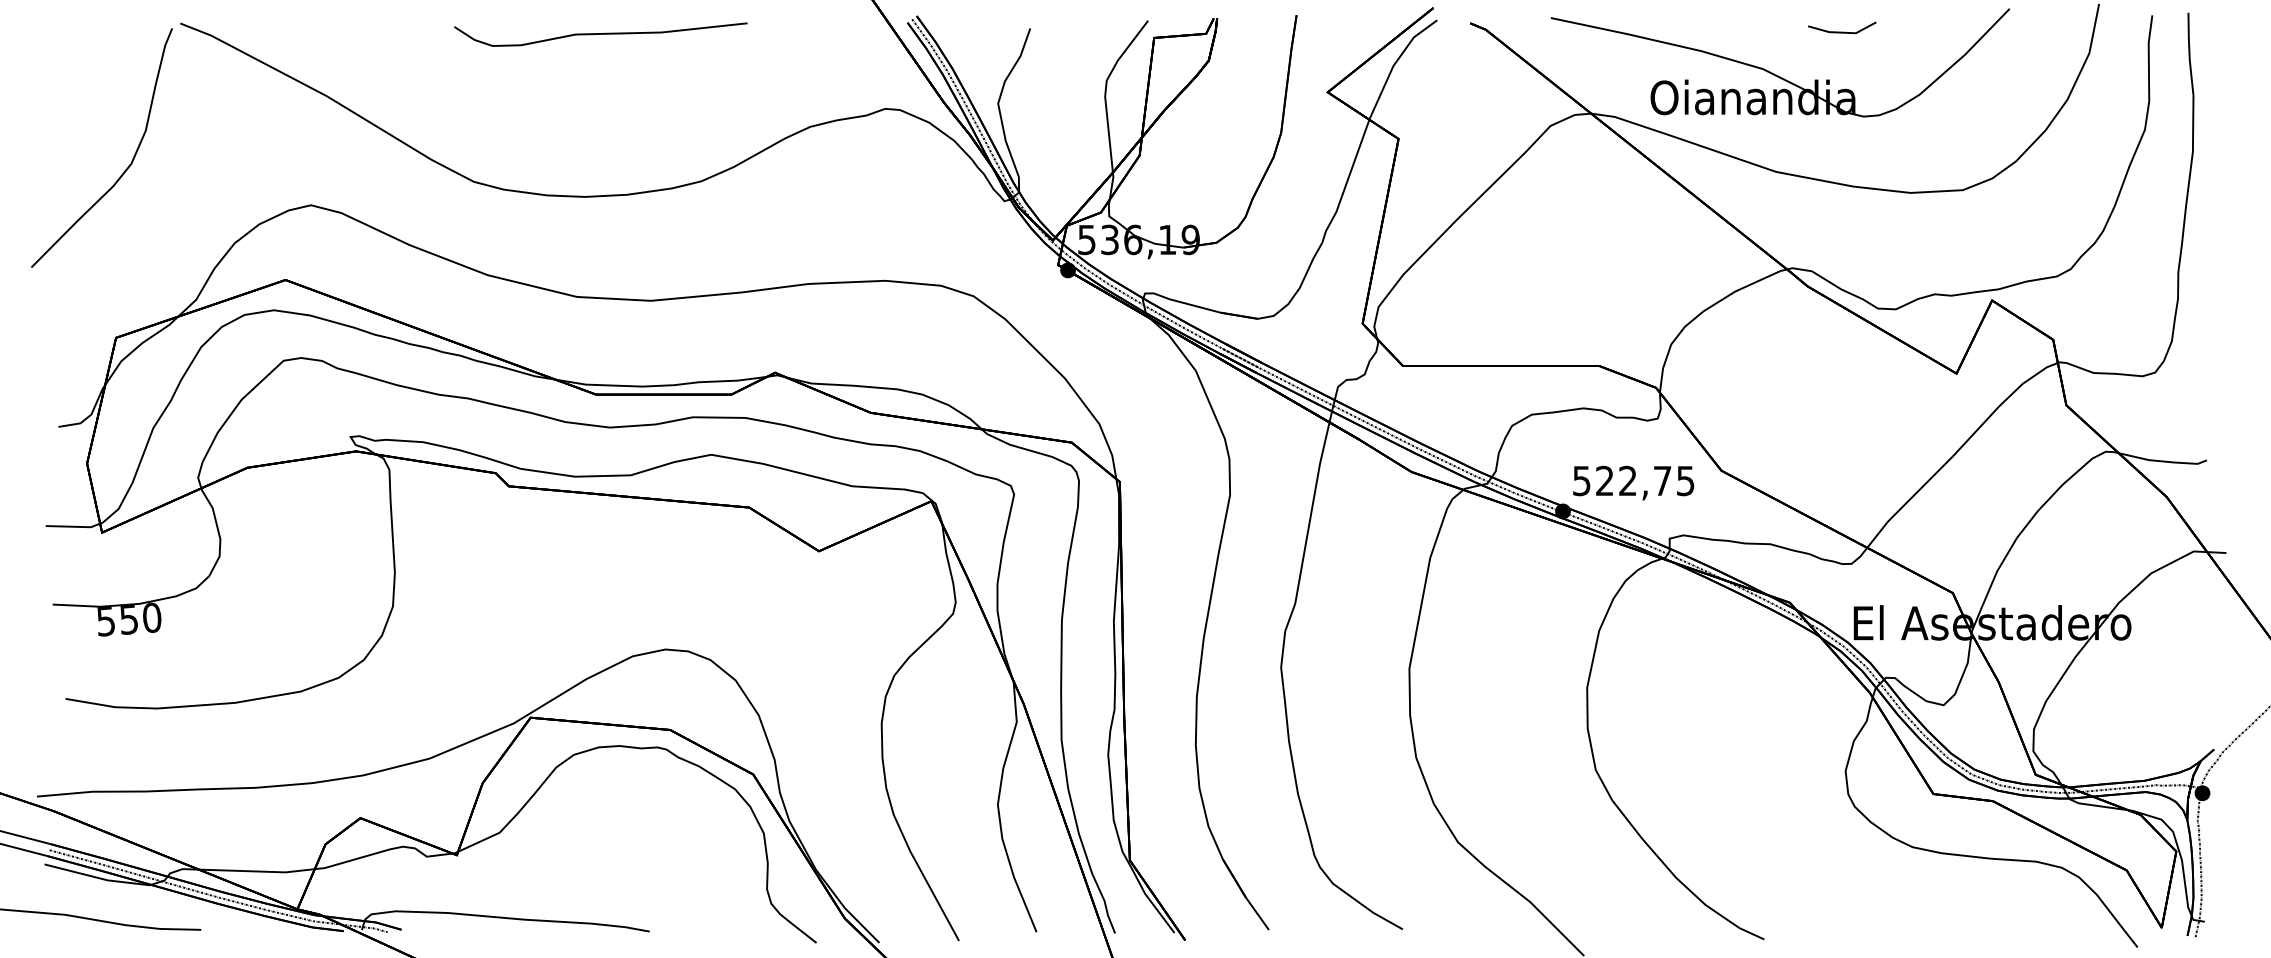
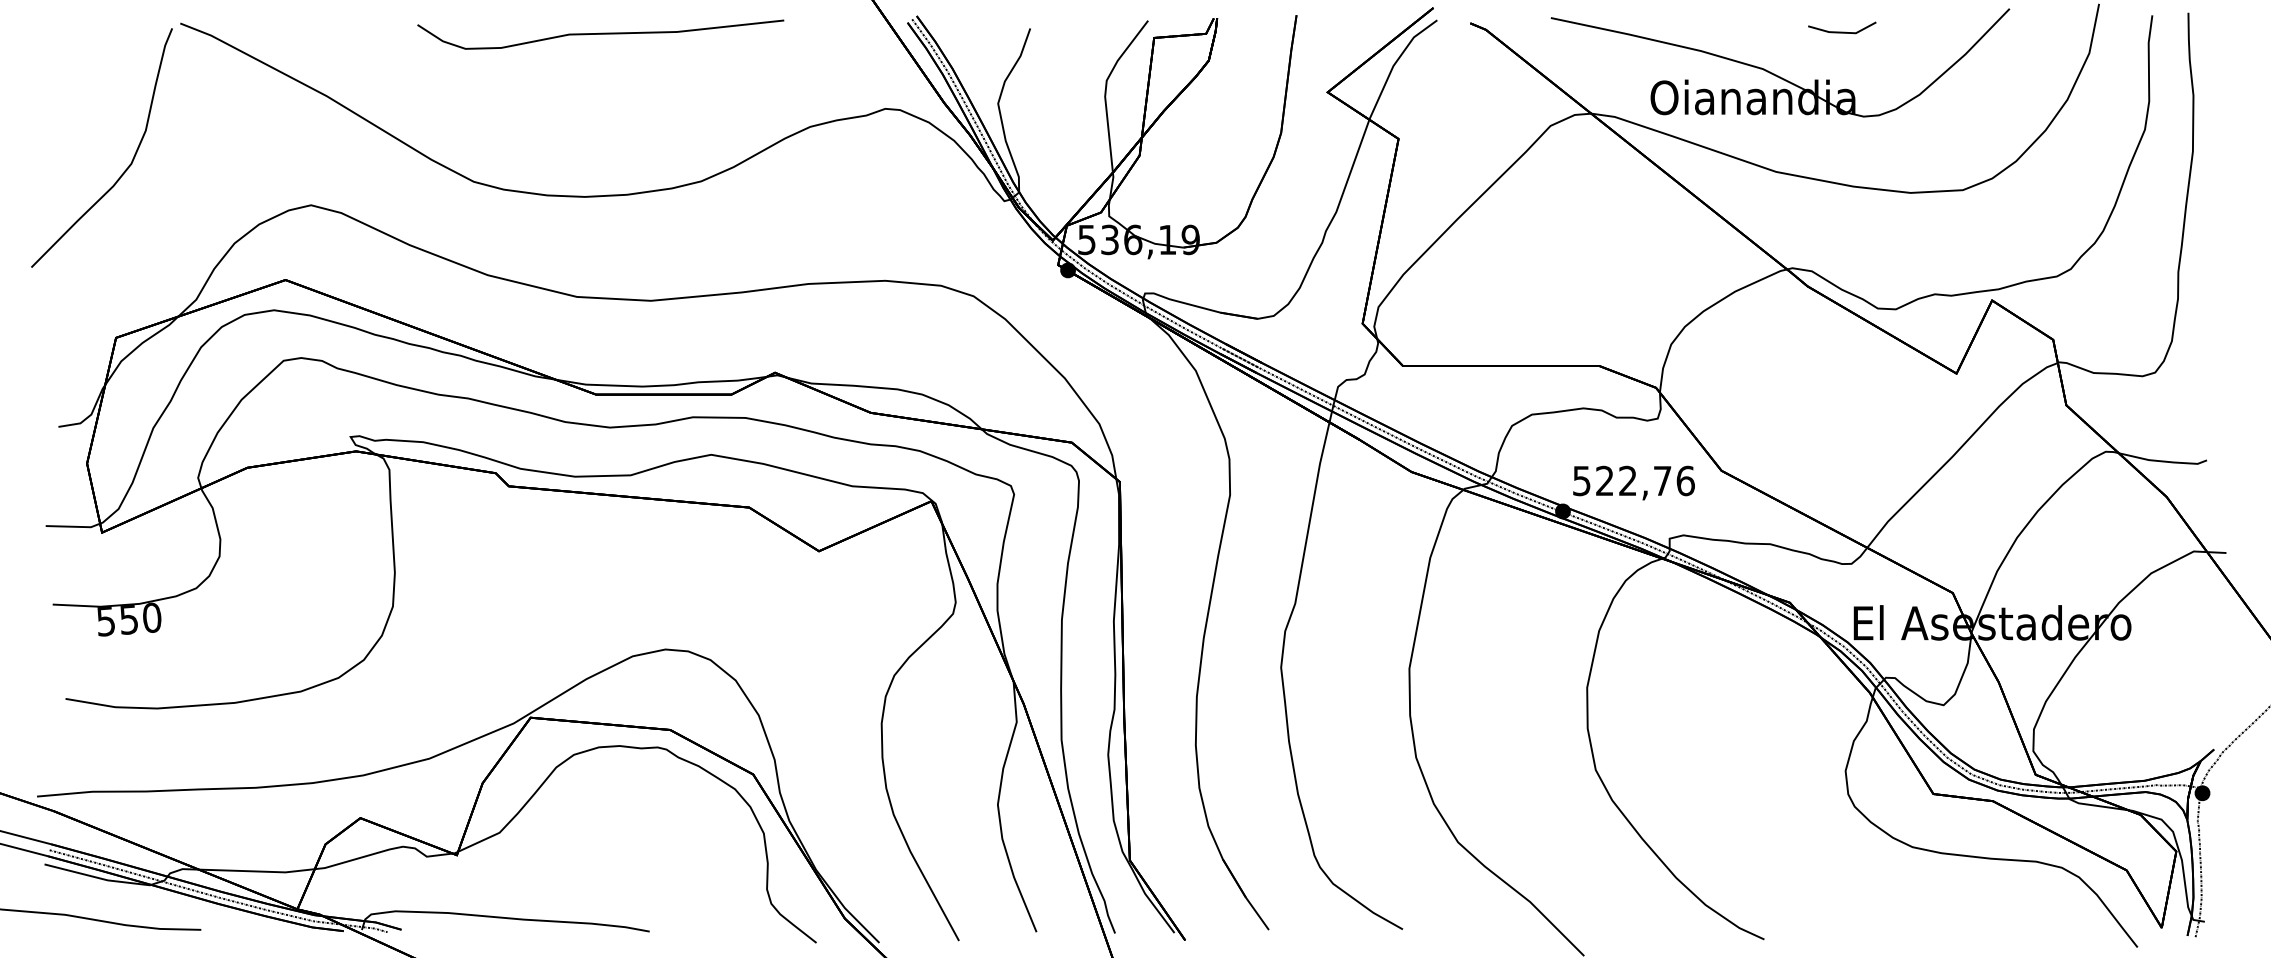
part at (600, 34) size: 294x25 px -> 368x31 px
text at (1685, 480): 522,75 -> 522,76
